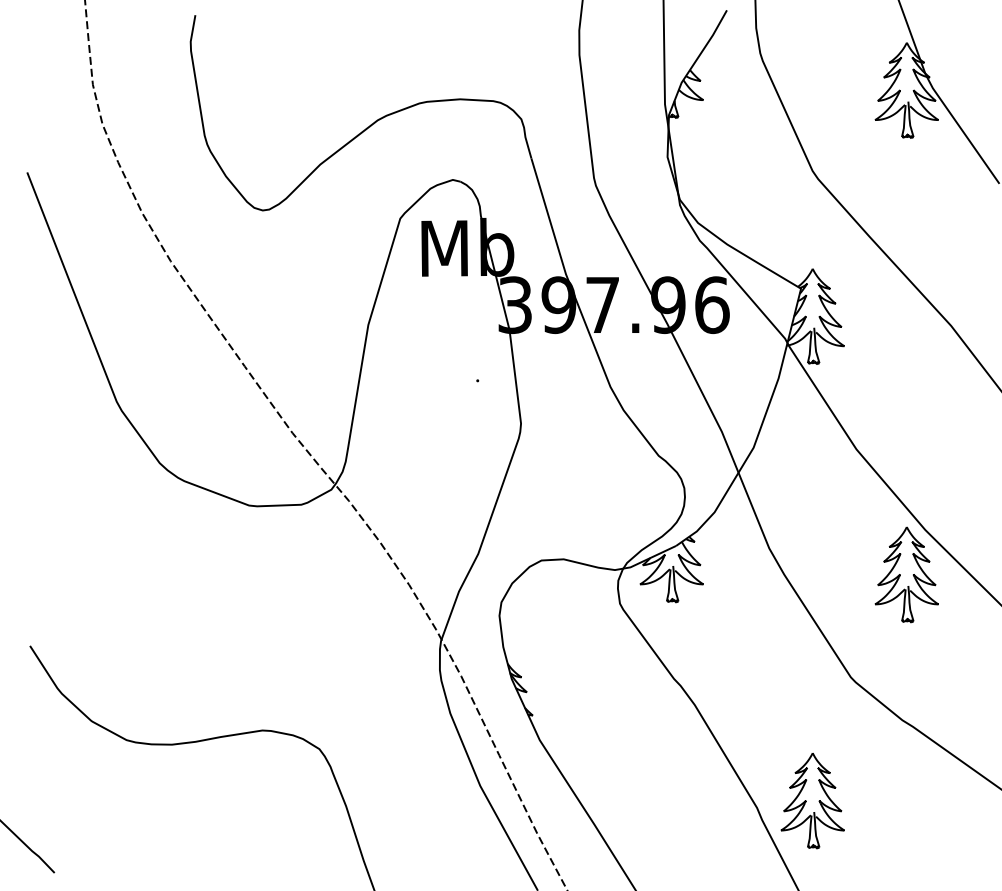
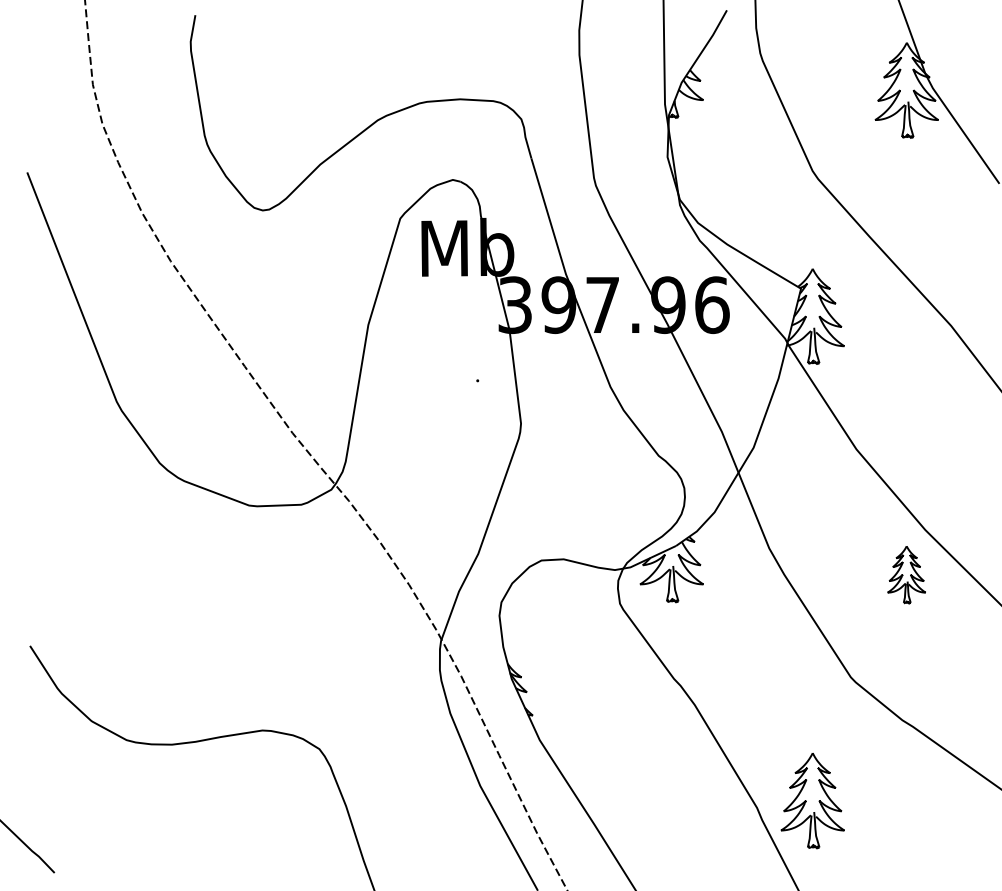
part at (906, 574) size: 65x98 px -> 39x59 px
